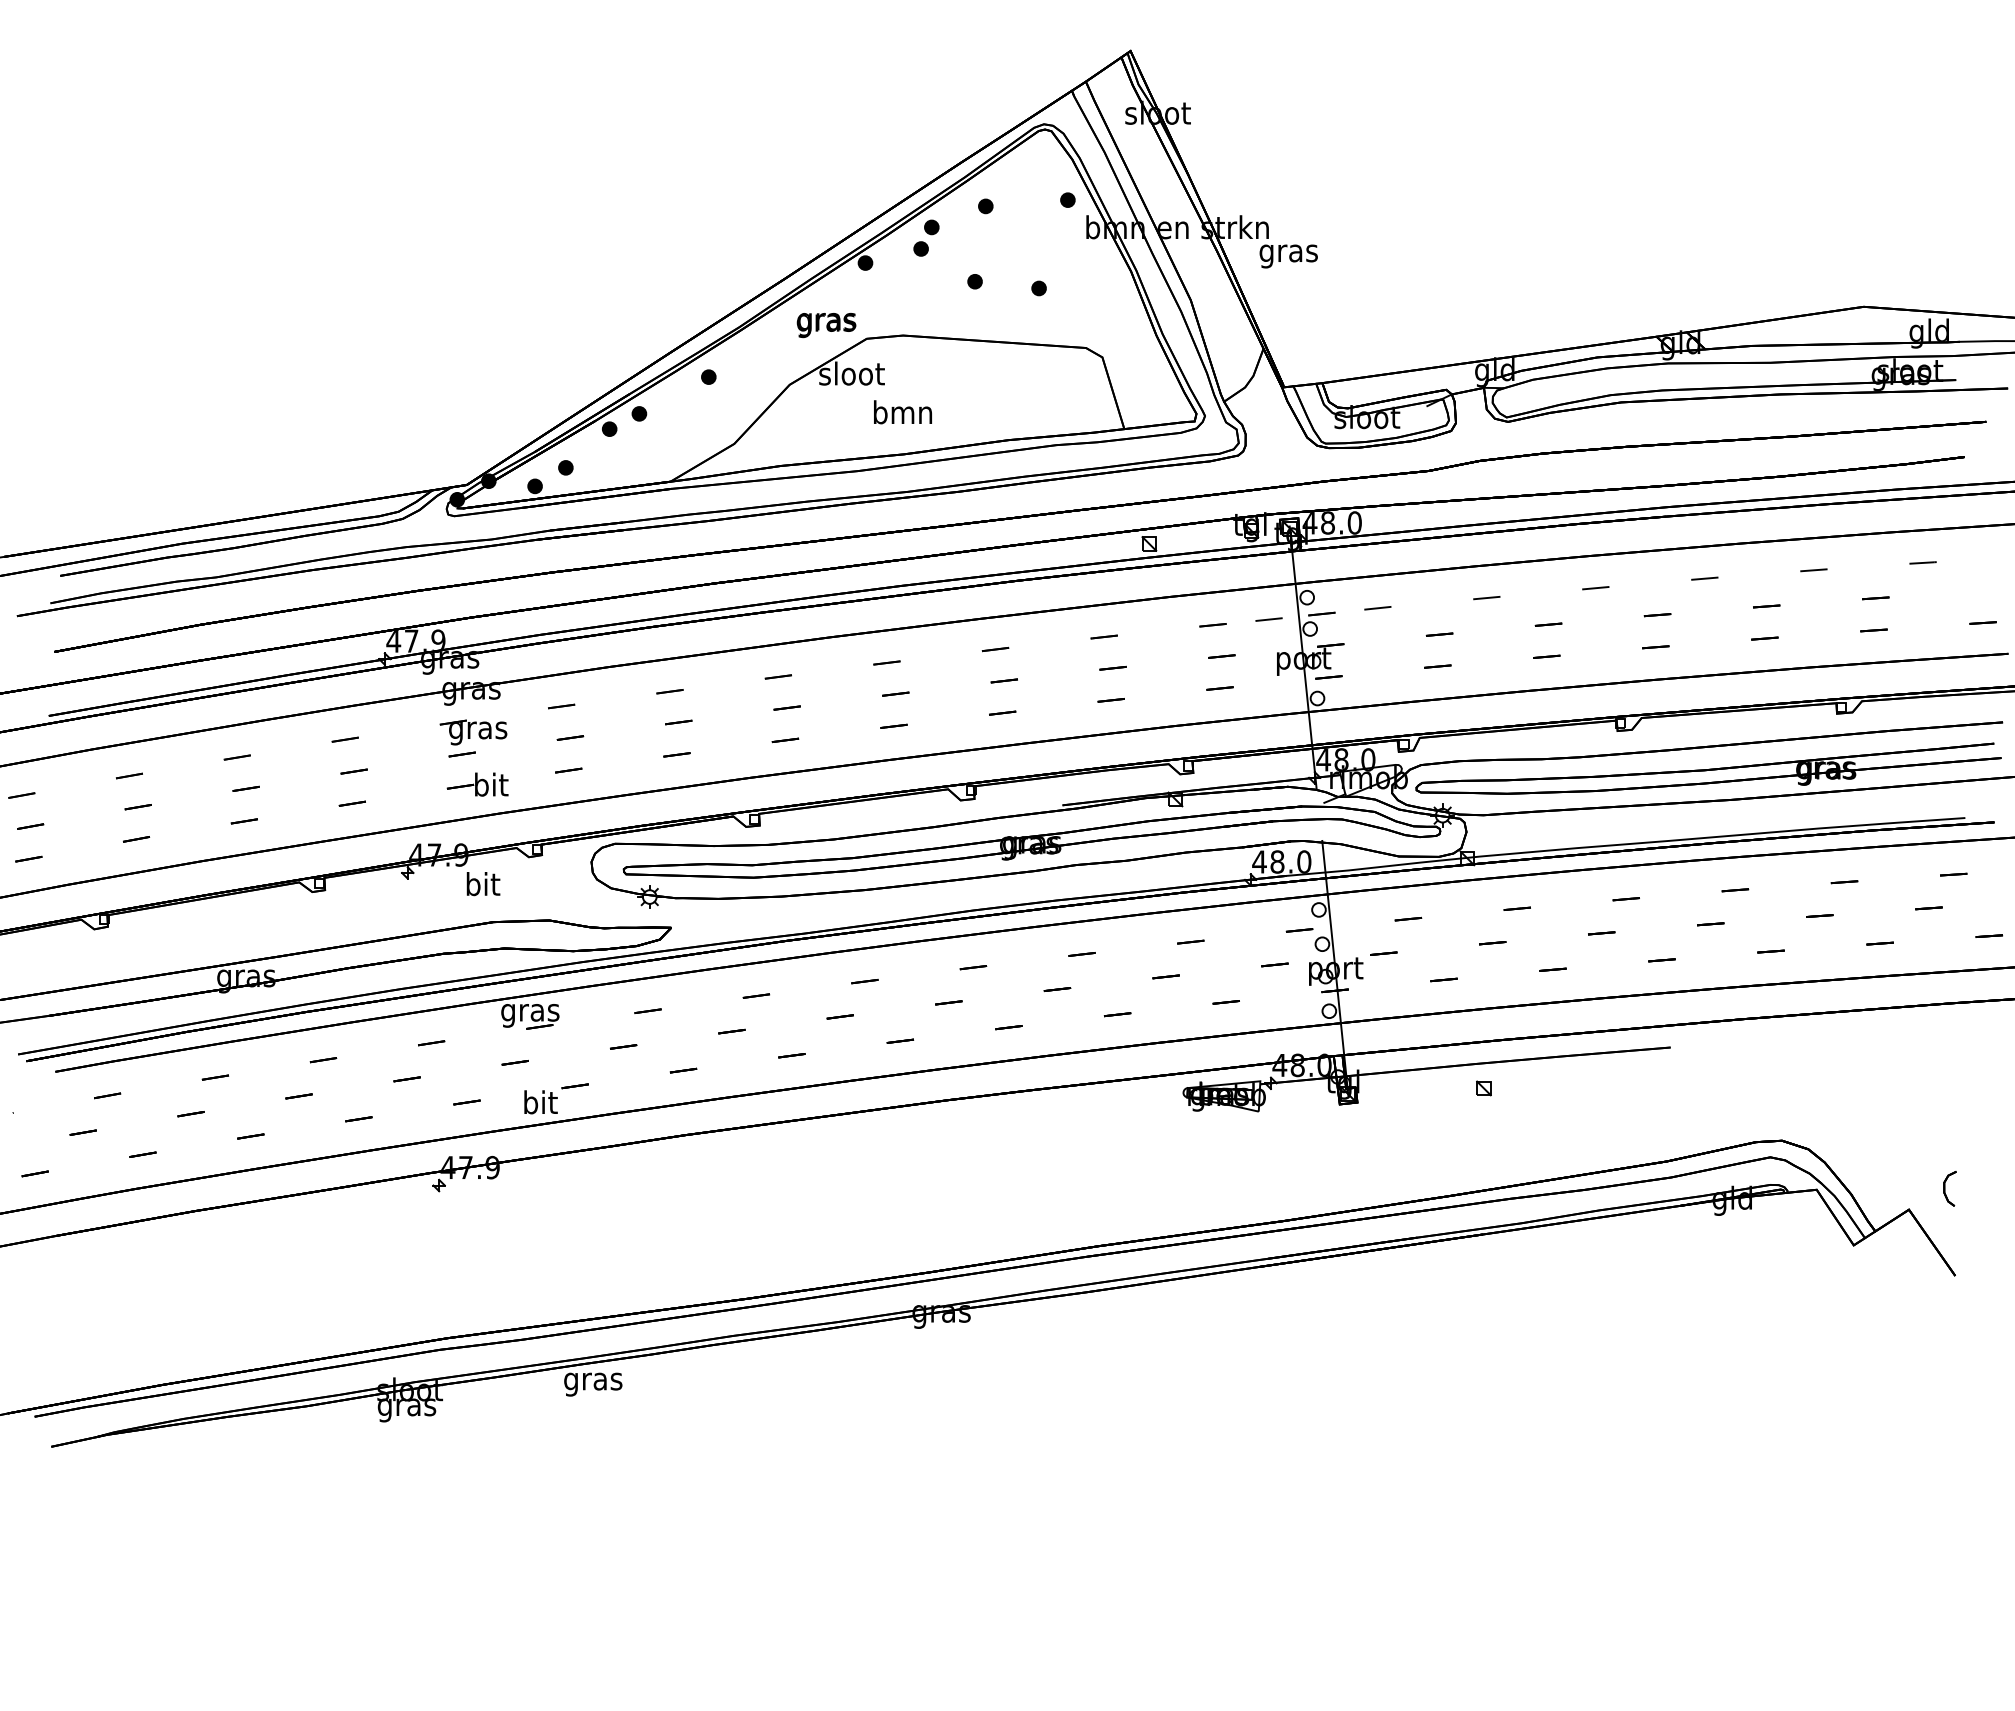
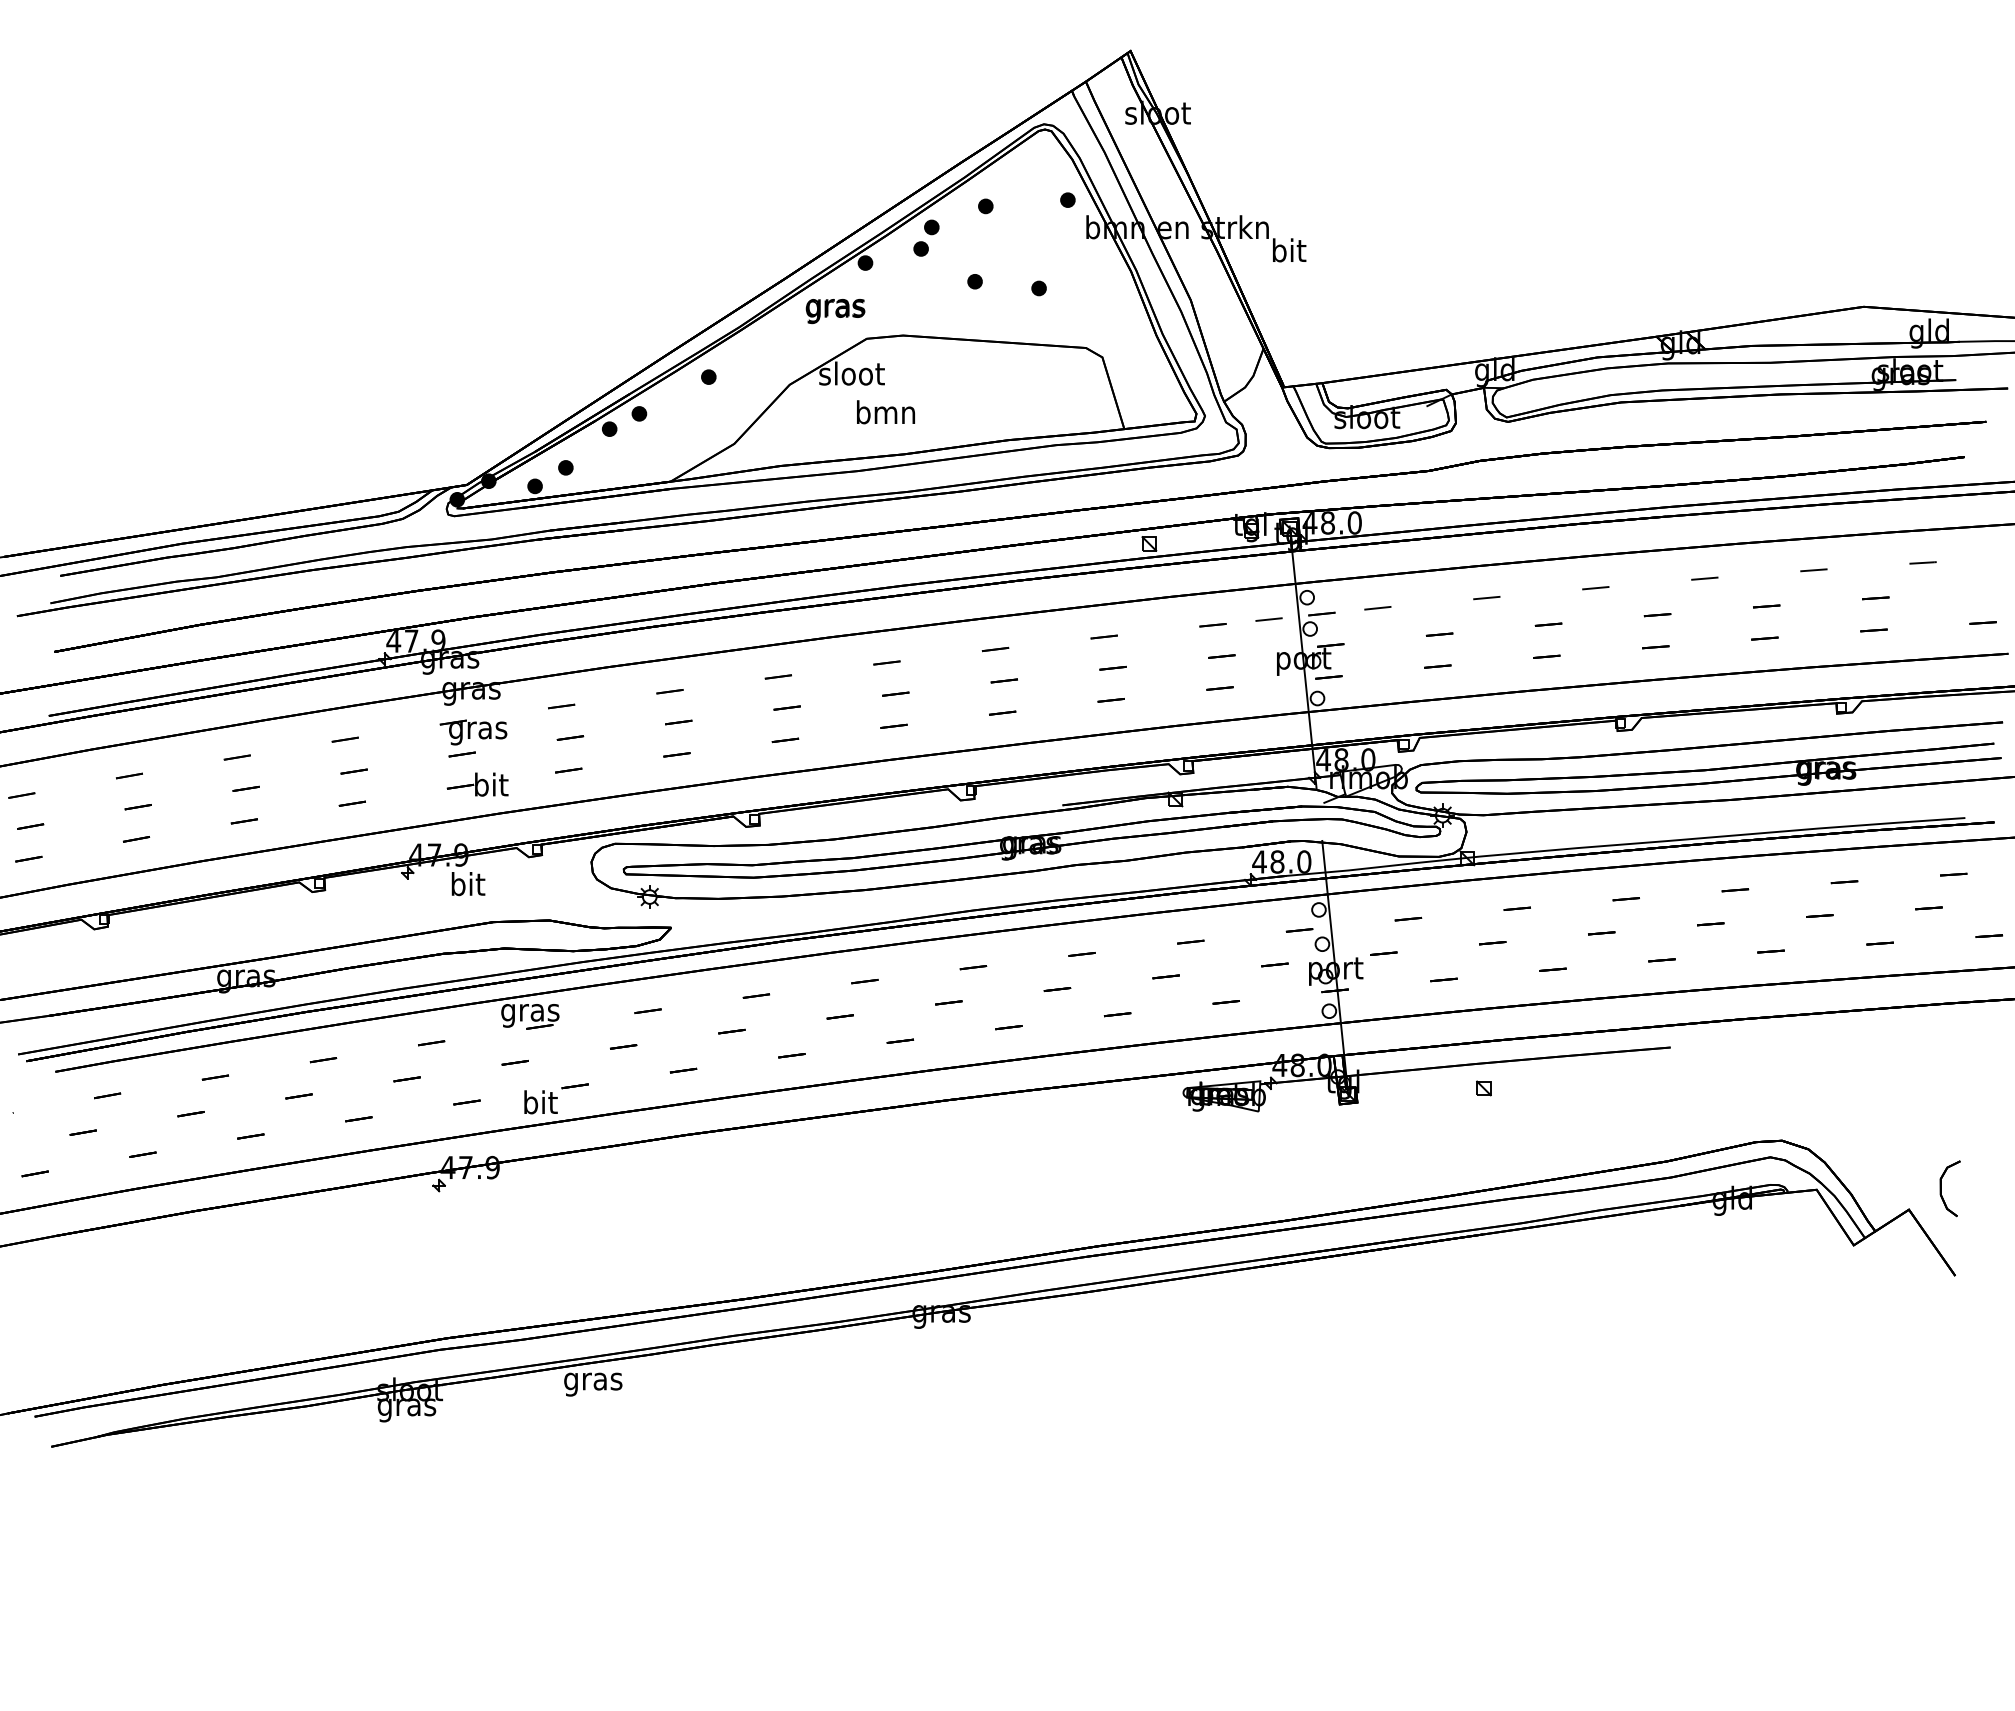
text at (1288, 253): gras -> bit
text at (826, 325) position: (826, 325) -> (835, 311)
text at (902, 412) position: (902, 412) -> (885, 412)
text at (483, 884) position: (483, 884) -> (468, 884)
part at (1949, 1188) size: 14x36 px -> 22x58 px
